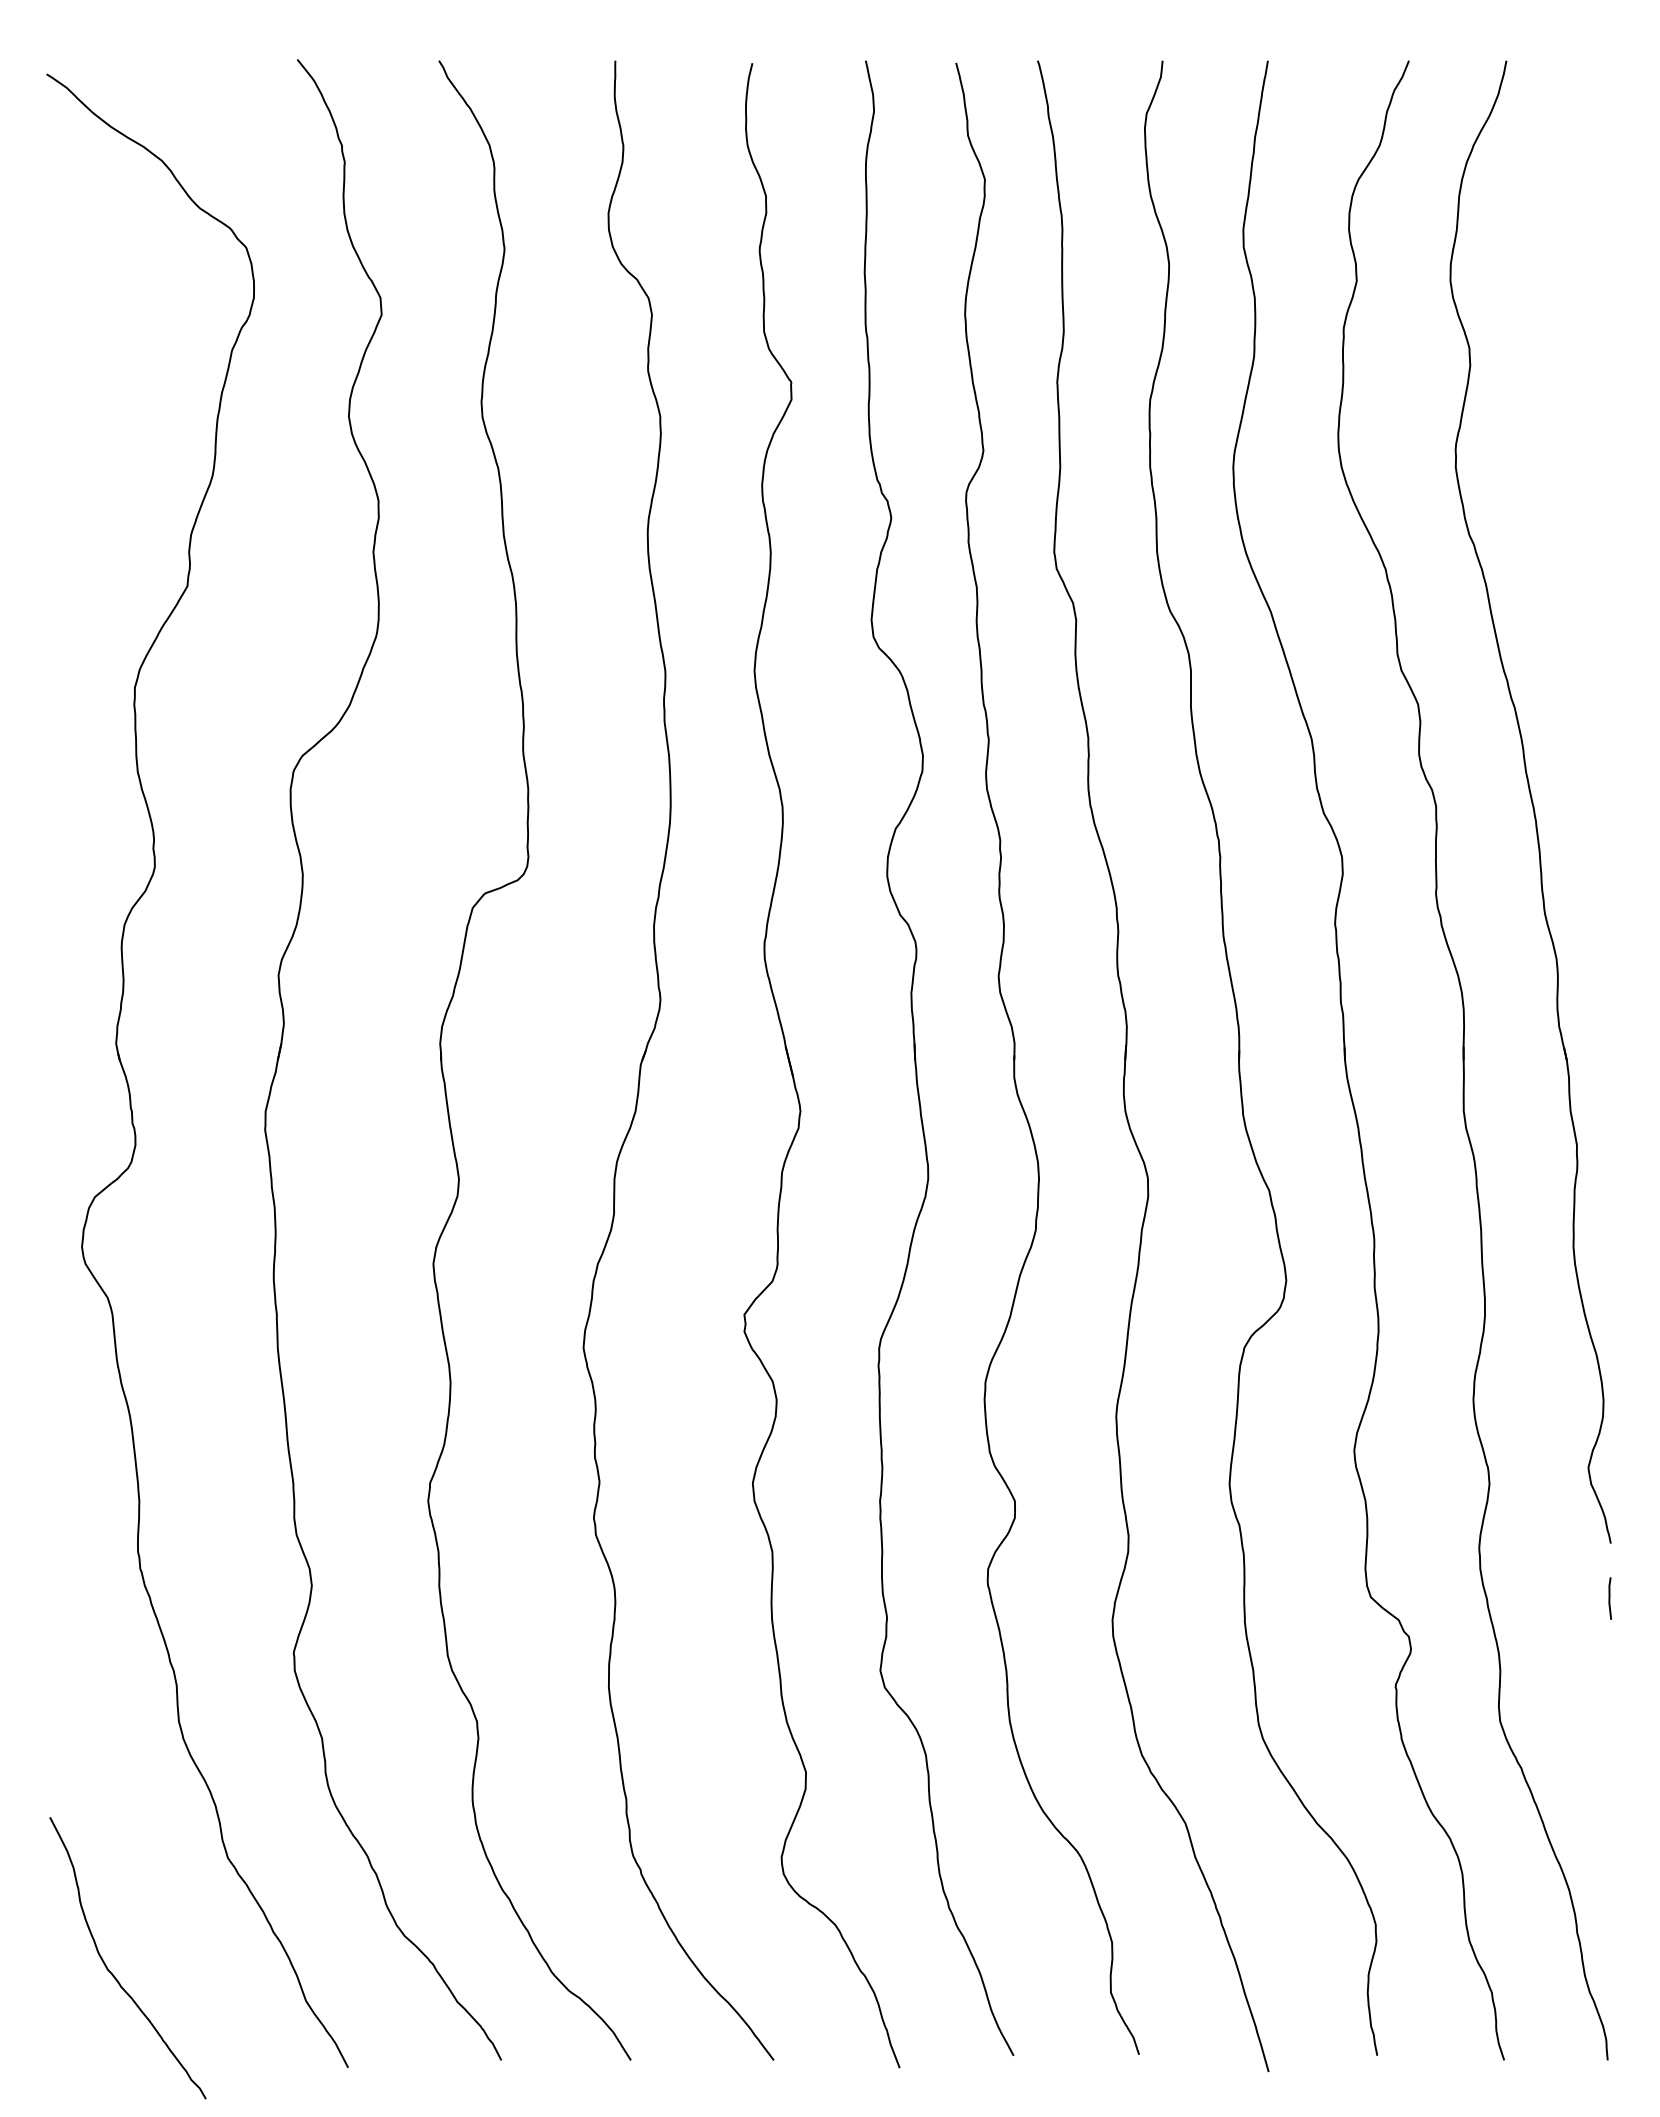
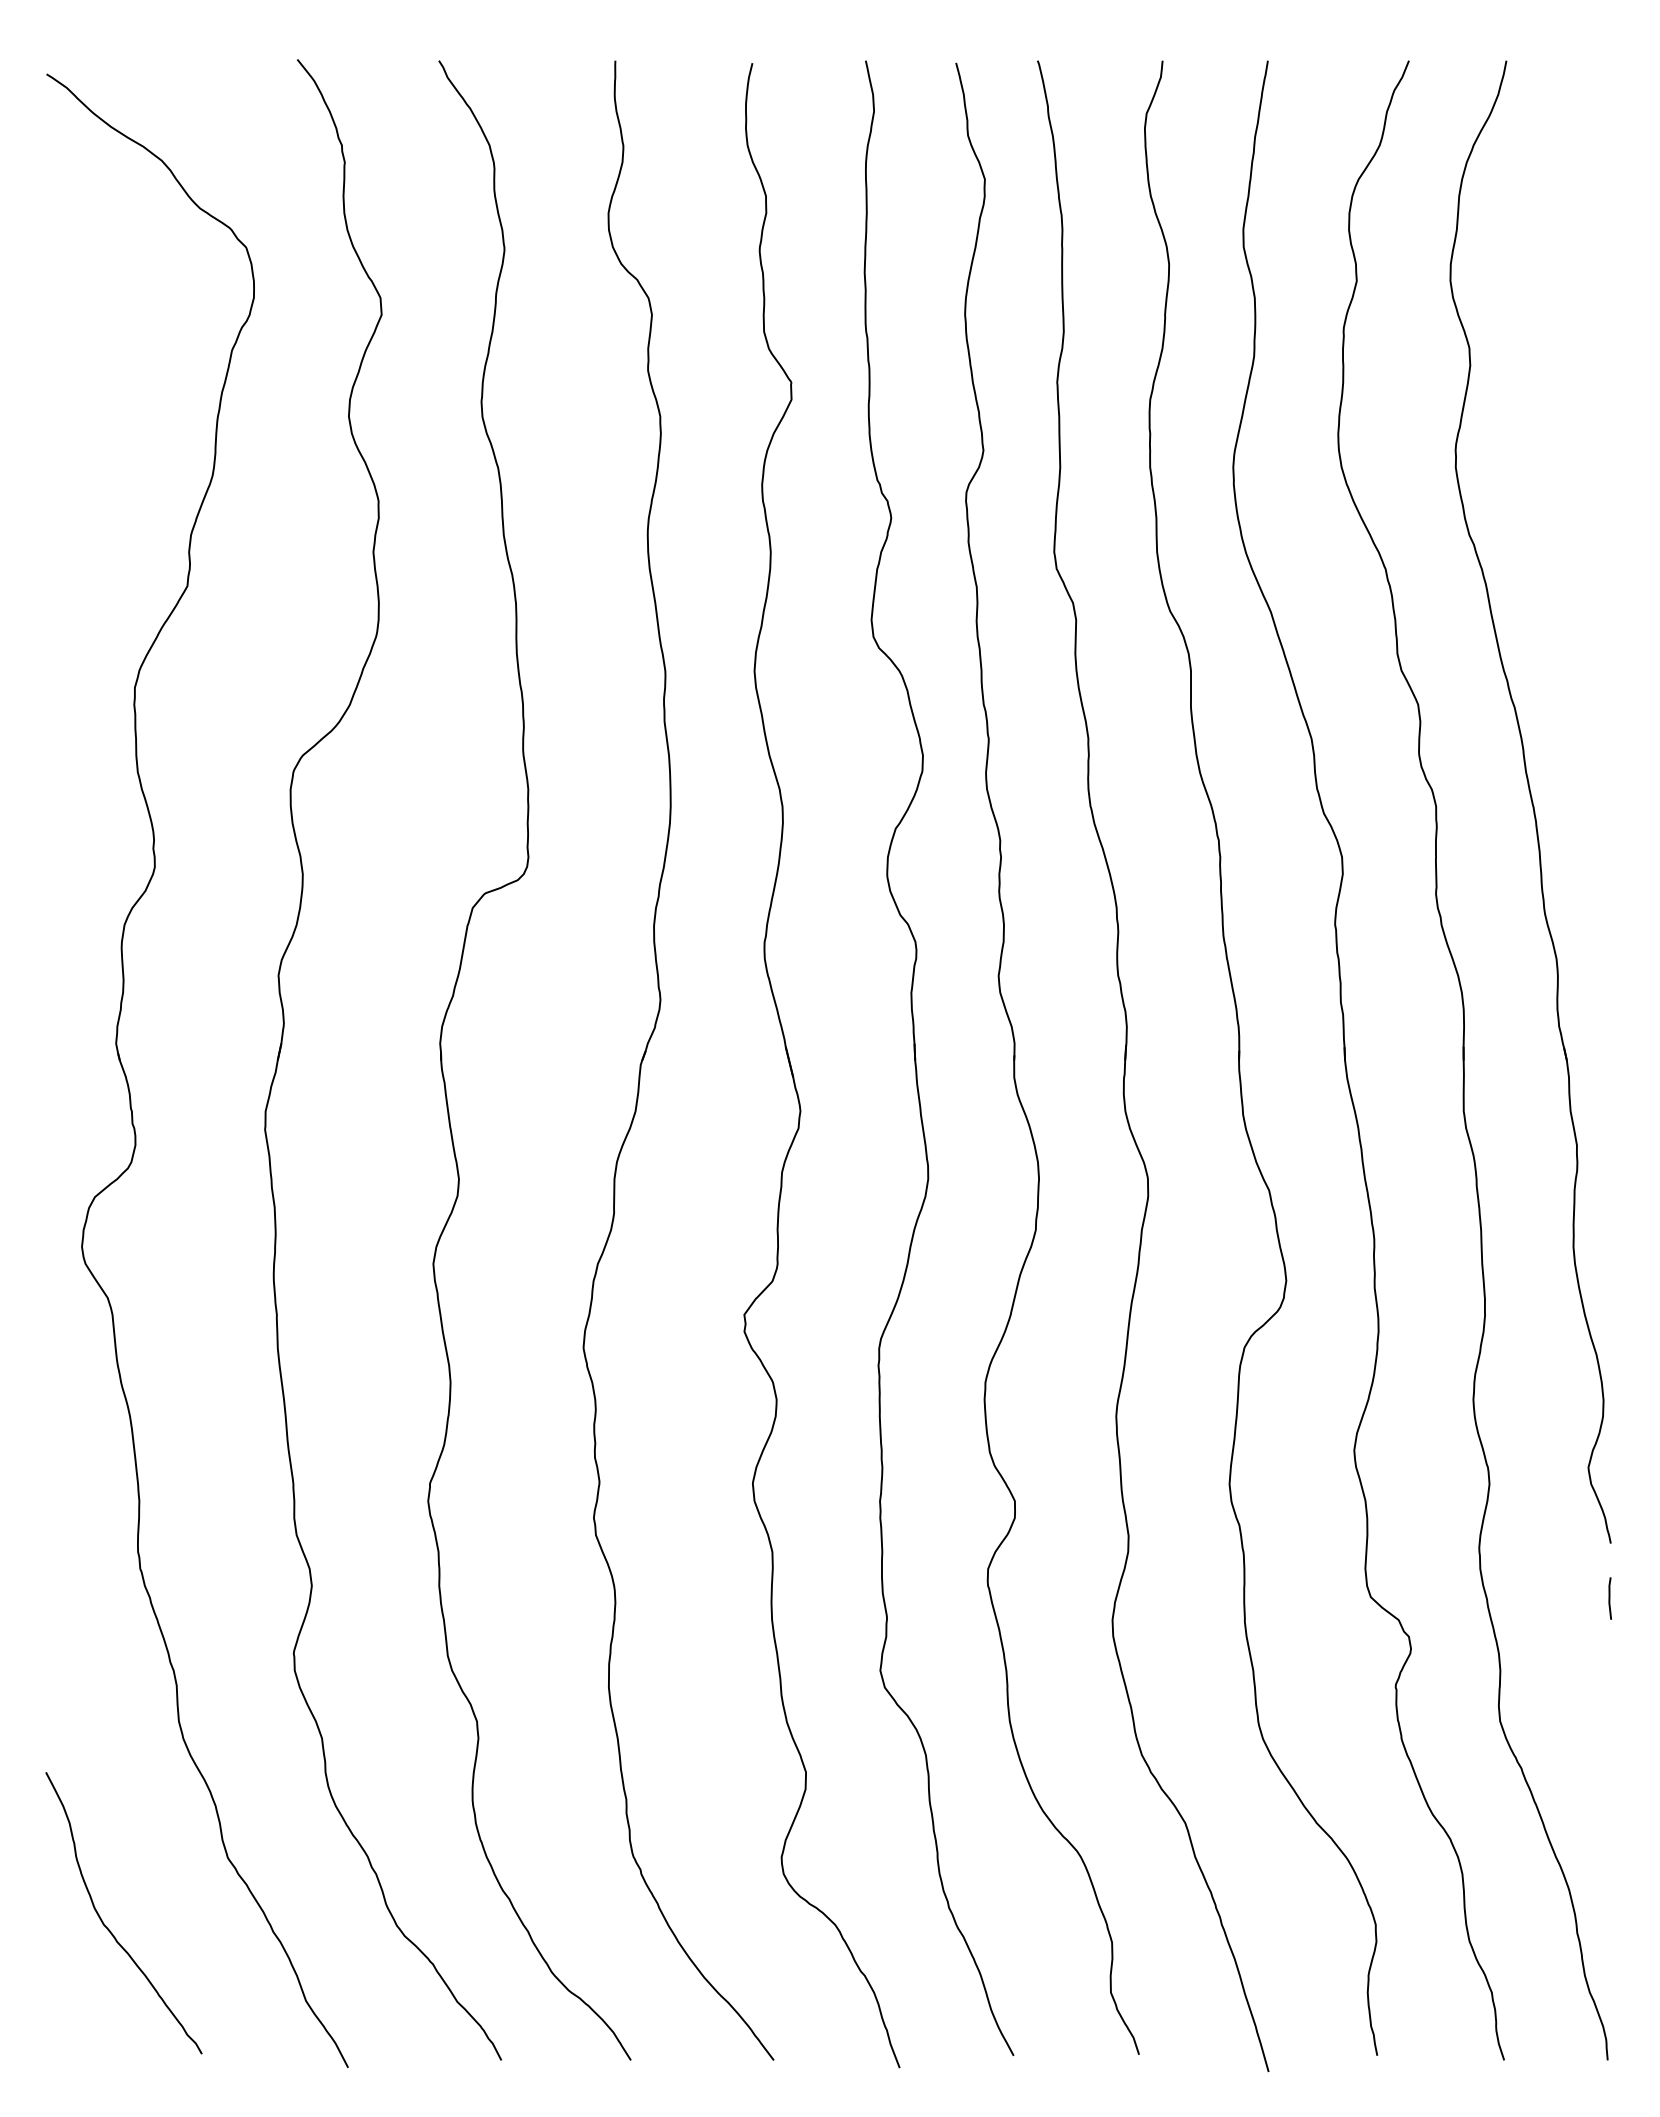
curve at (112, 1973) position: (112, 1973) -> (108, 1928)
